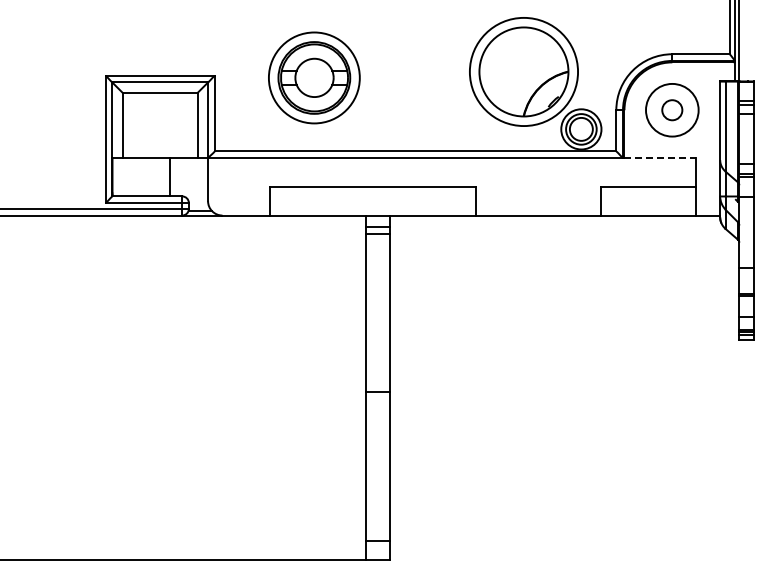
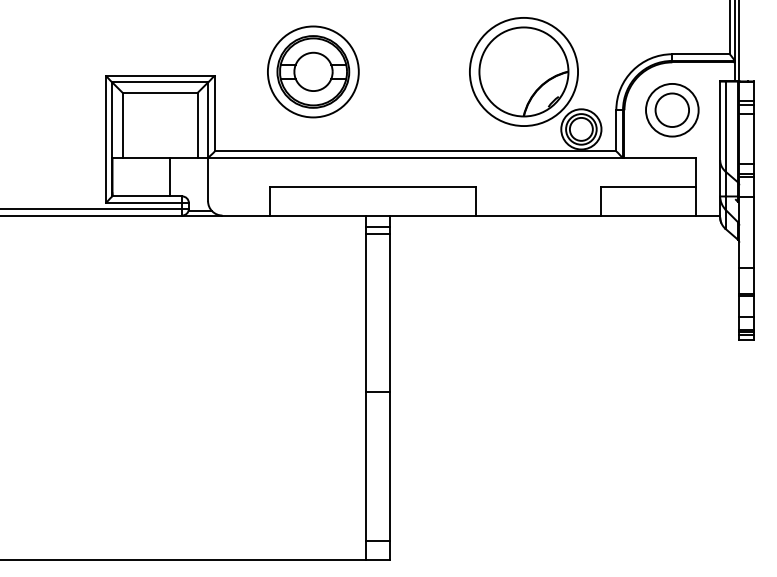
part at (314, 77) position: (314, 77) -> (313, 71)
circle at (672, 110) diameter: 20 px -> 34 px
line at (660, 158): dashed -> solid
